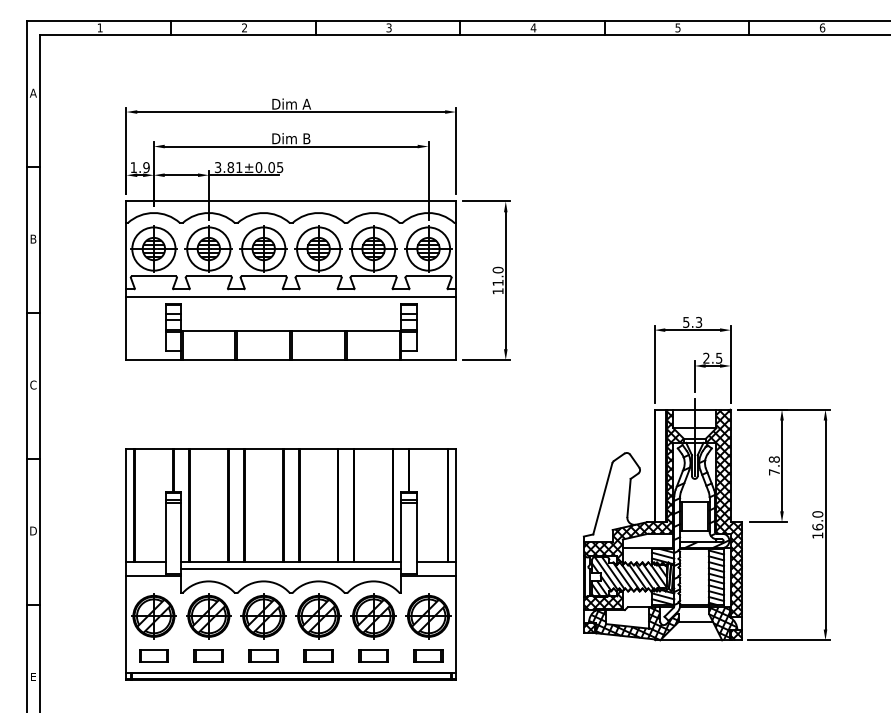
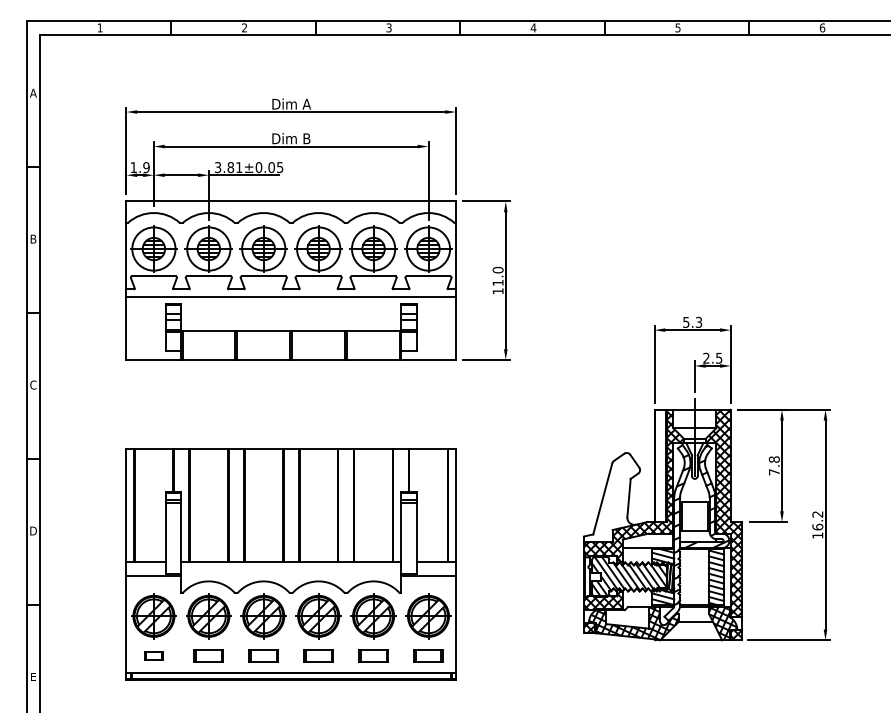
text at (817, 514): 16.0 -> 16.2
line at (291, 569): present -> none
part at (153, 655) size: 30x14 px -> 20x10 px
